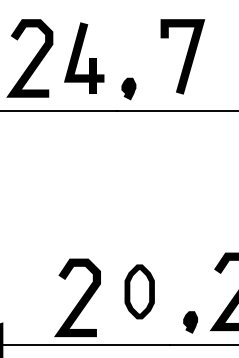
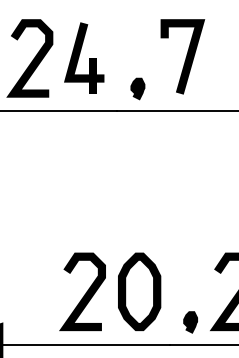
part at (128, 88) position: (128, 88) -> (137, 88)
part at (139, 291) size: 31x56 px -> 44x80 px
curve at (80, 299) position: (80, 299) -> (85, 293)
